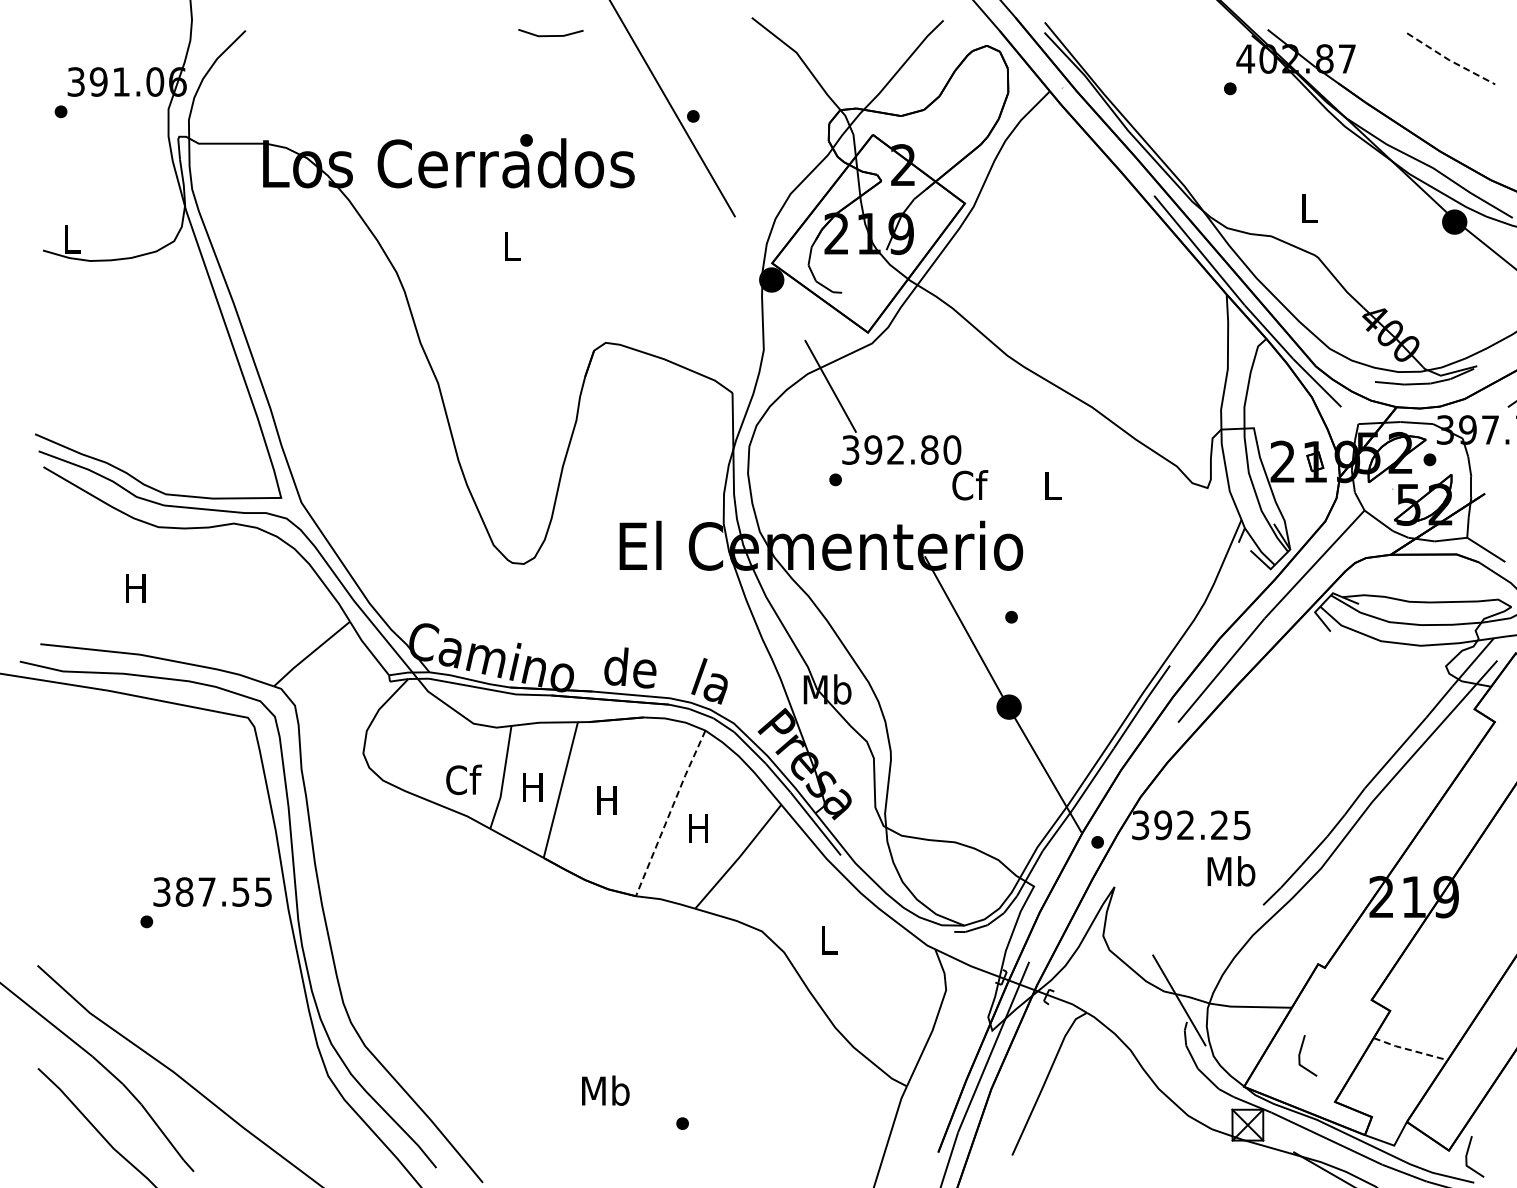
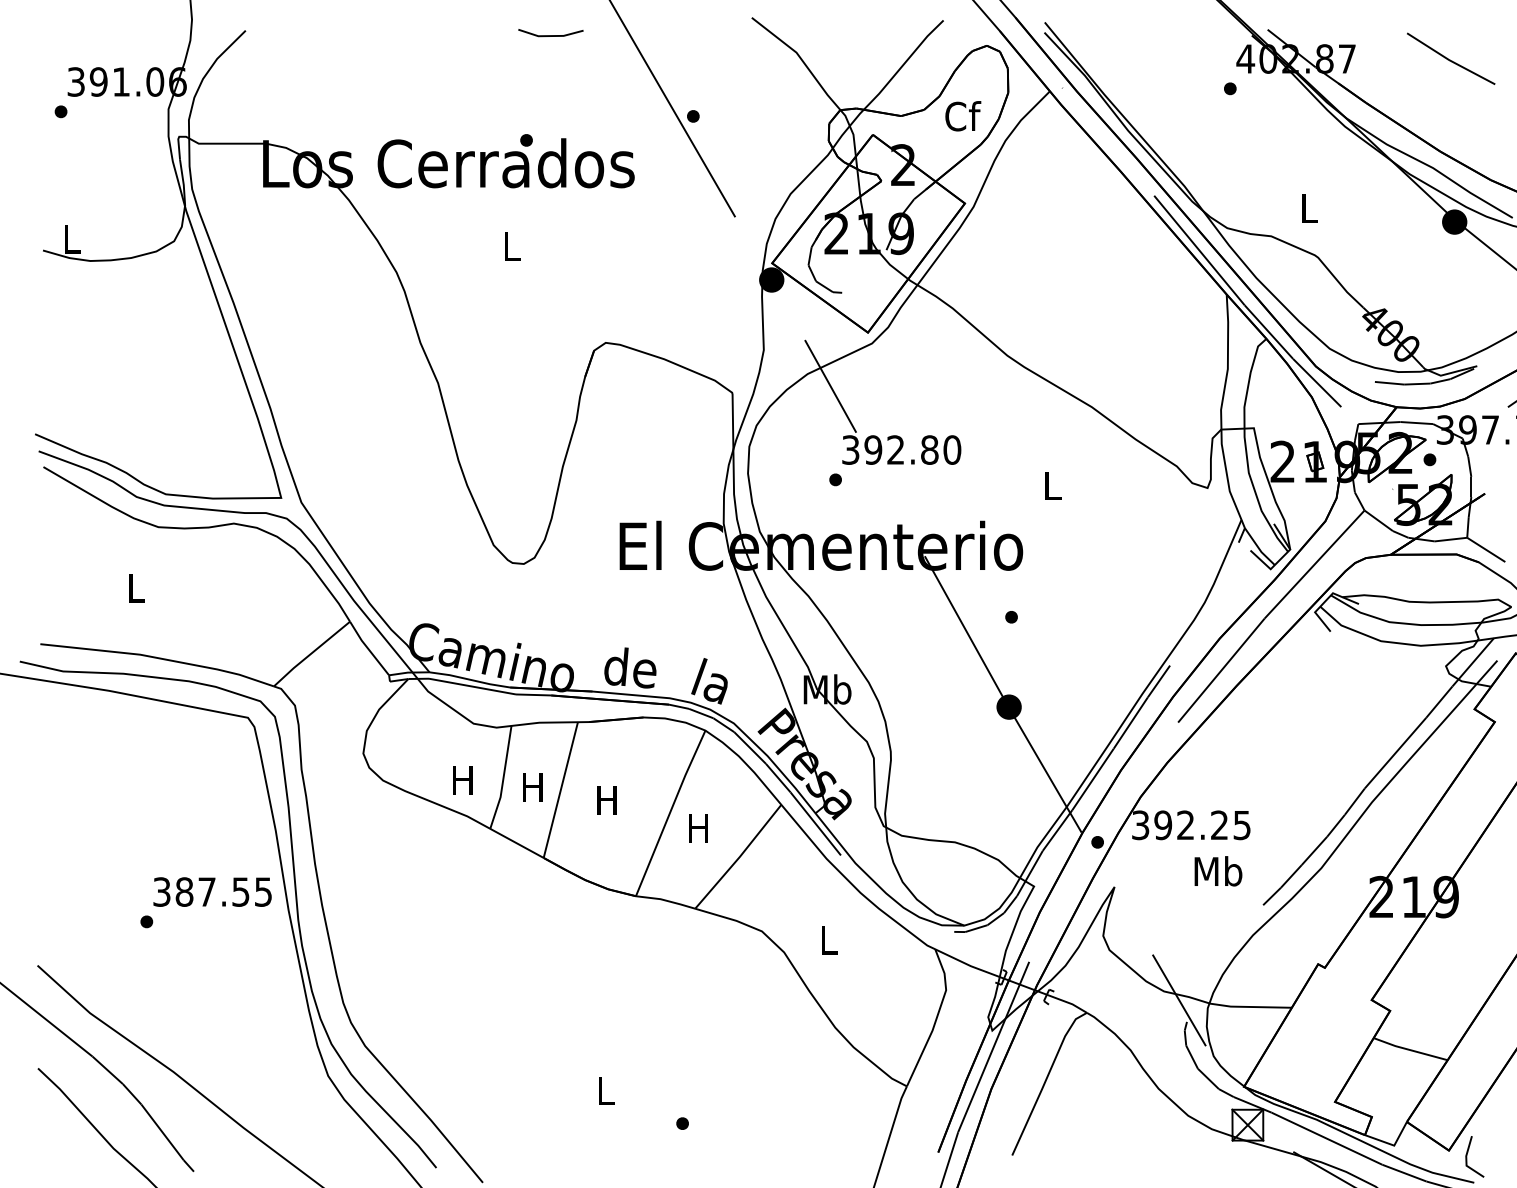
line at (1450, 60): dashed -> solid
text at (970, 485) position: (970, 485) -> (963, 116)
text at (135, 588): H -> L
text at (464, 779): Cf -> H
line at (669, 813): dashed -> solid
text at (1231, 871) position: (1231, 871) -> (1218, 871)
line at (1409, 1049): dashed -> solid
line at (1300, 1055): present -> none
text at (605, 1090): Mb -> L
